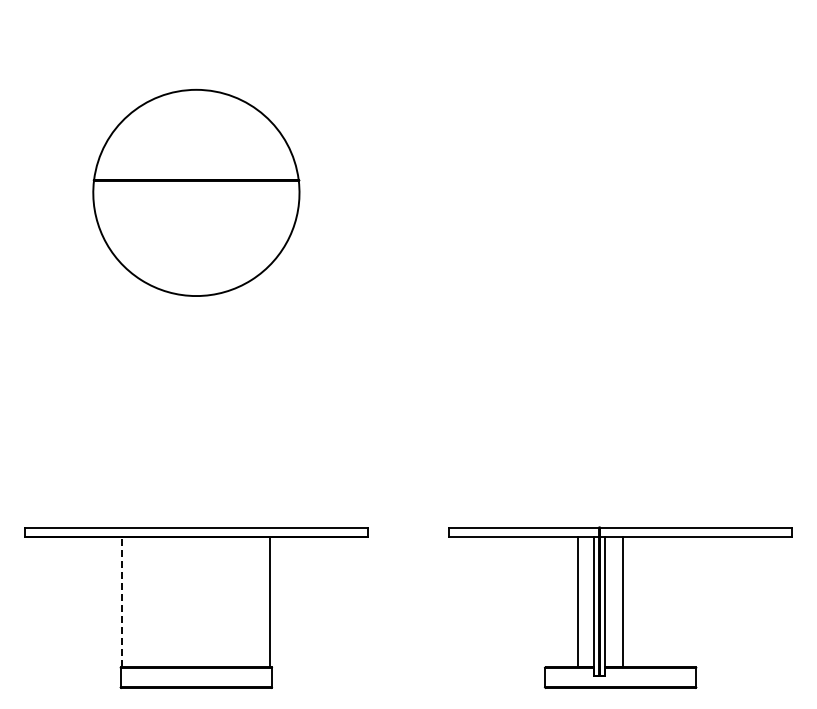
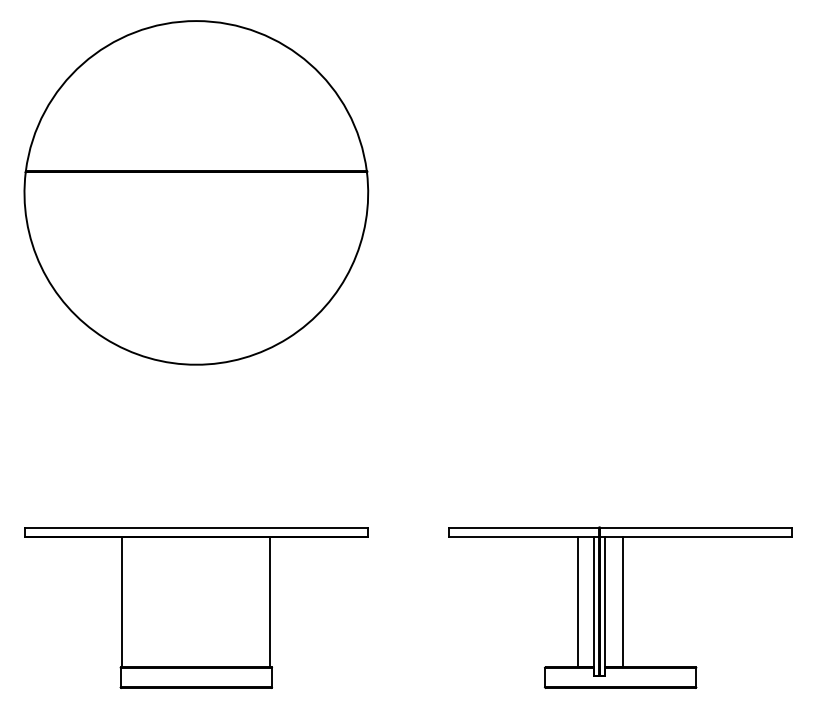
part at (196, 192) size: 209x209 px -> 347x346 px
line at (122, 601): dashed -> solid
